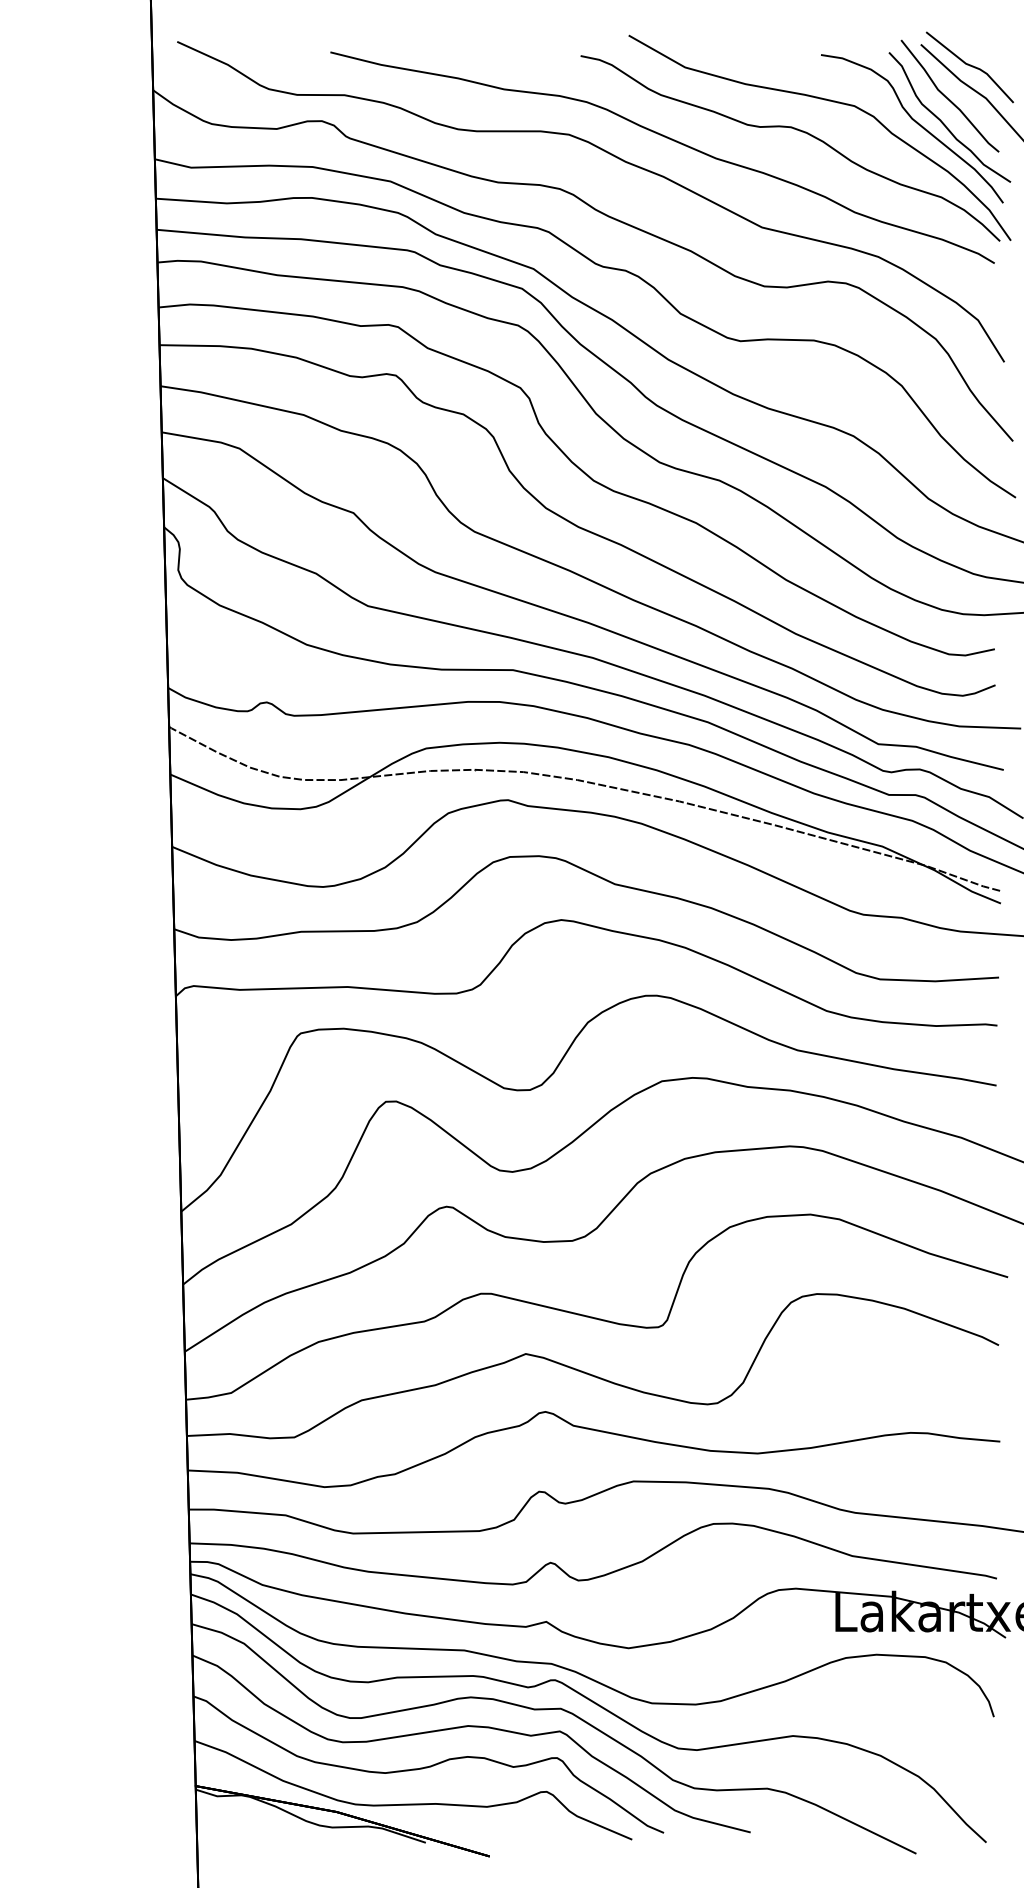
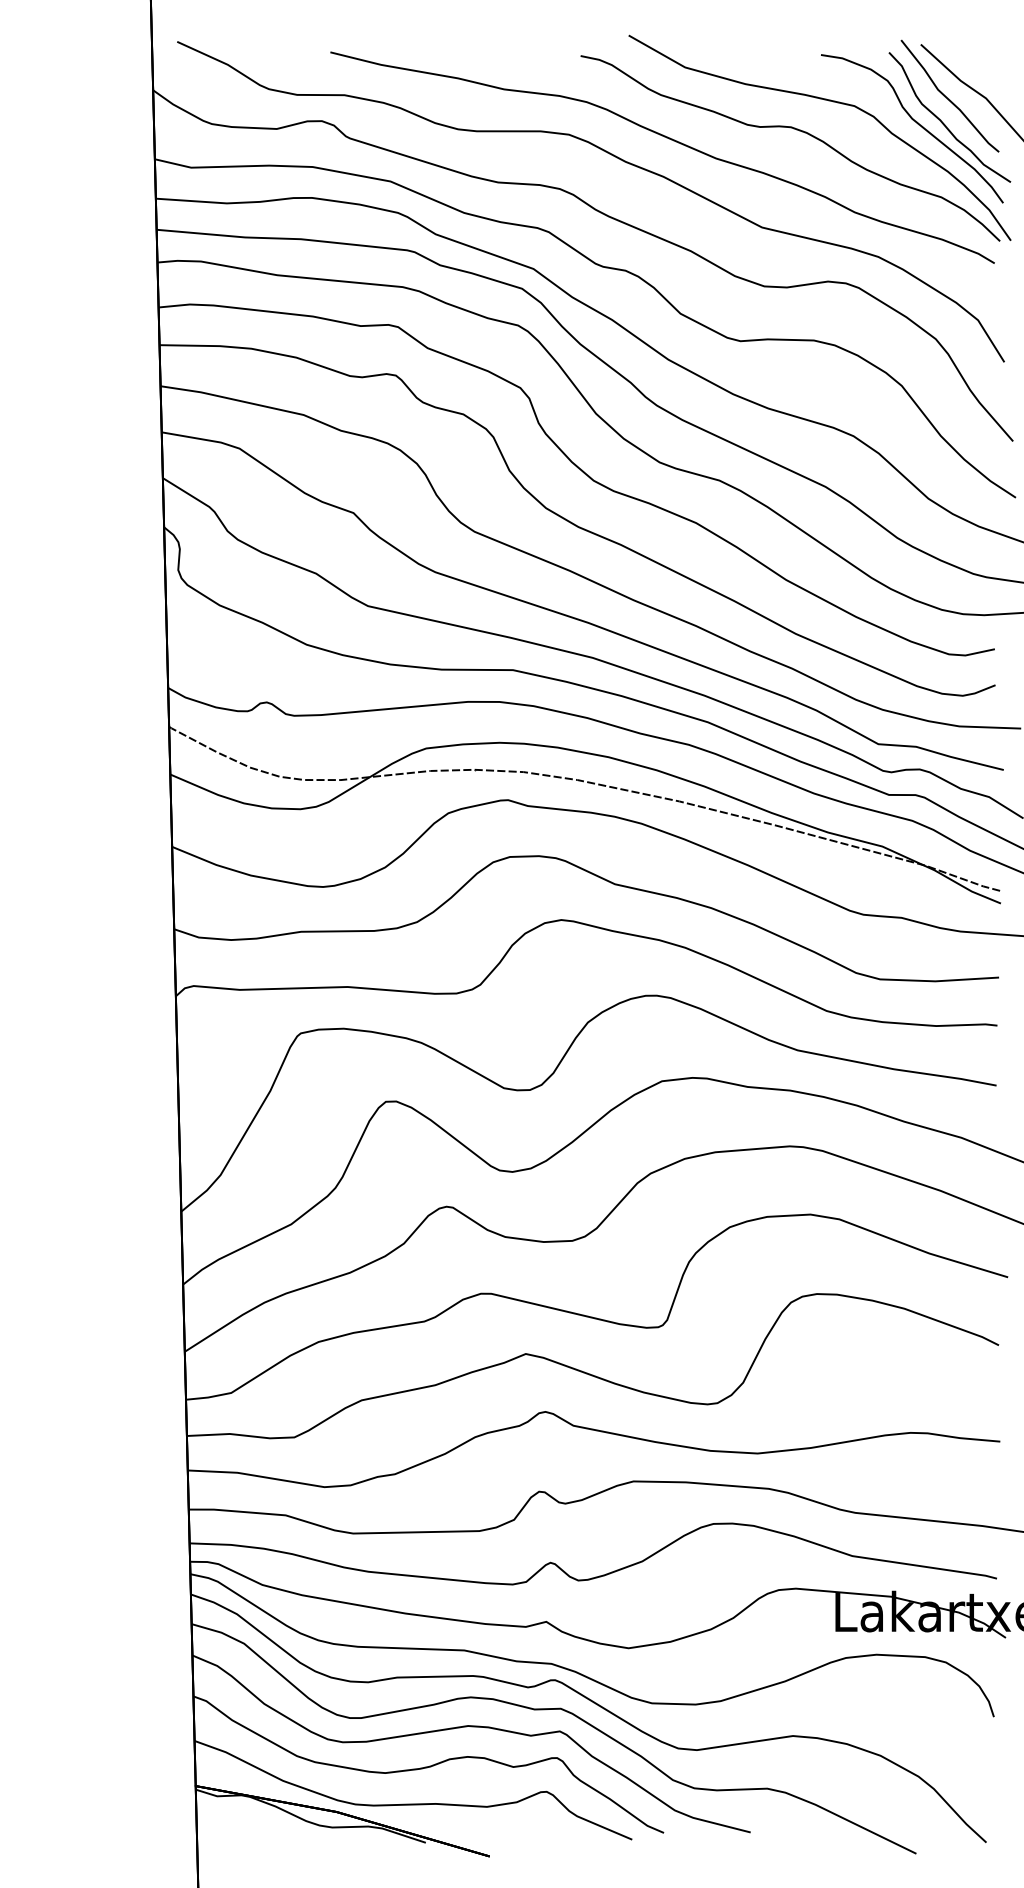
line at (969, 66): present -> none
